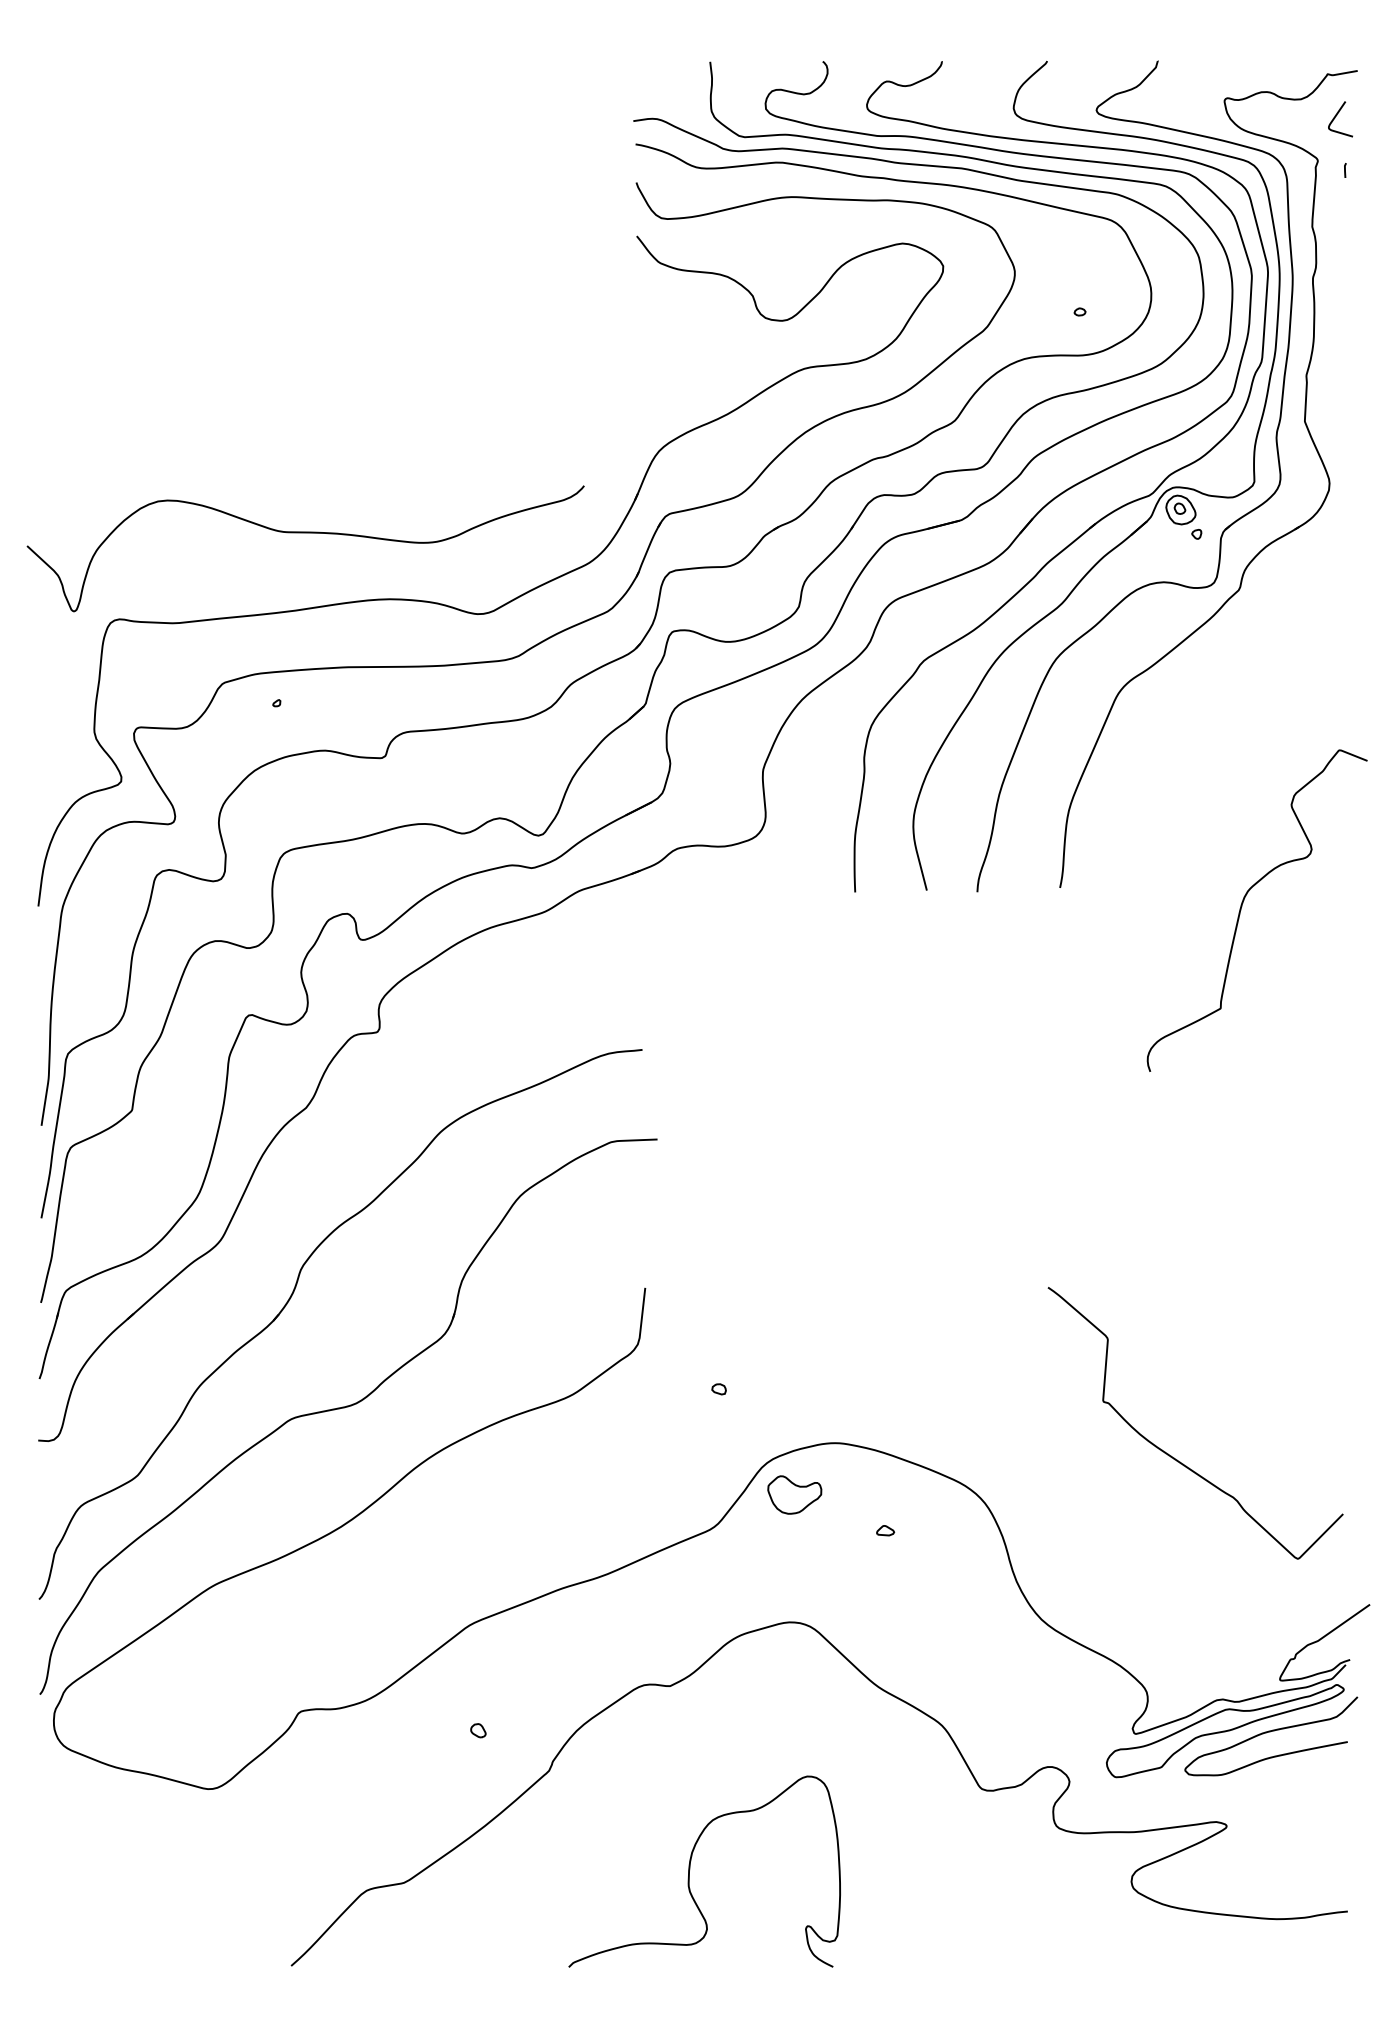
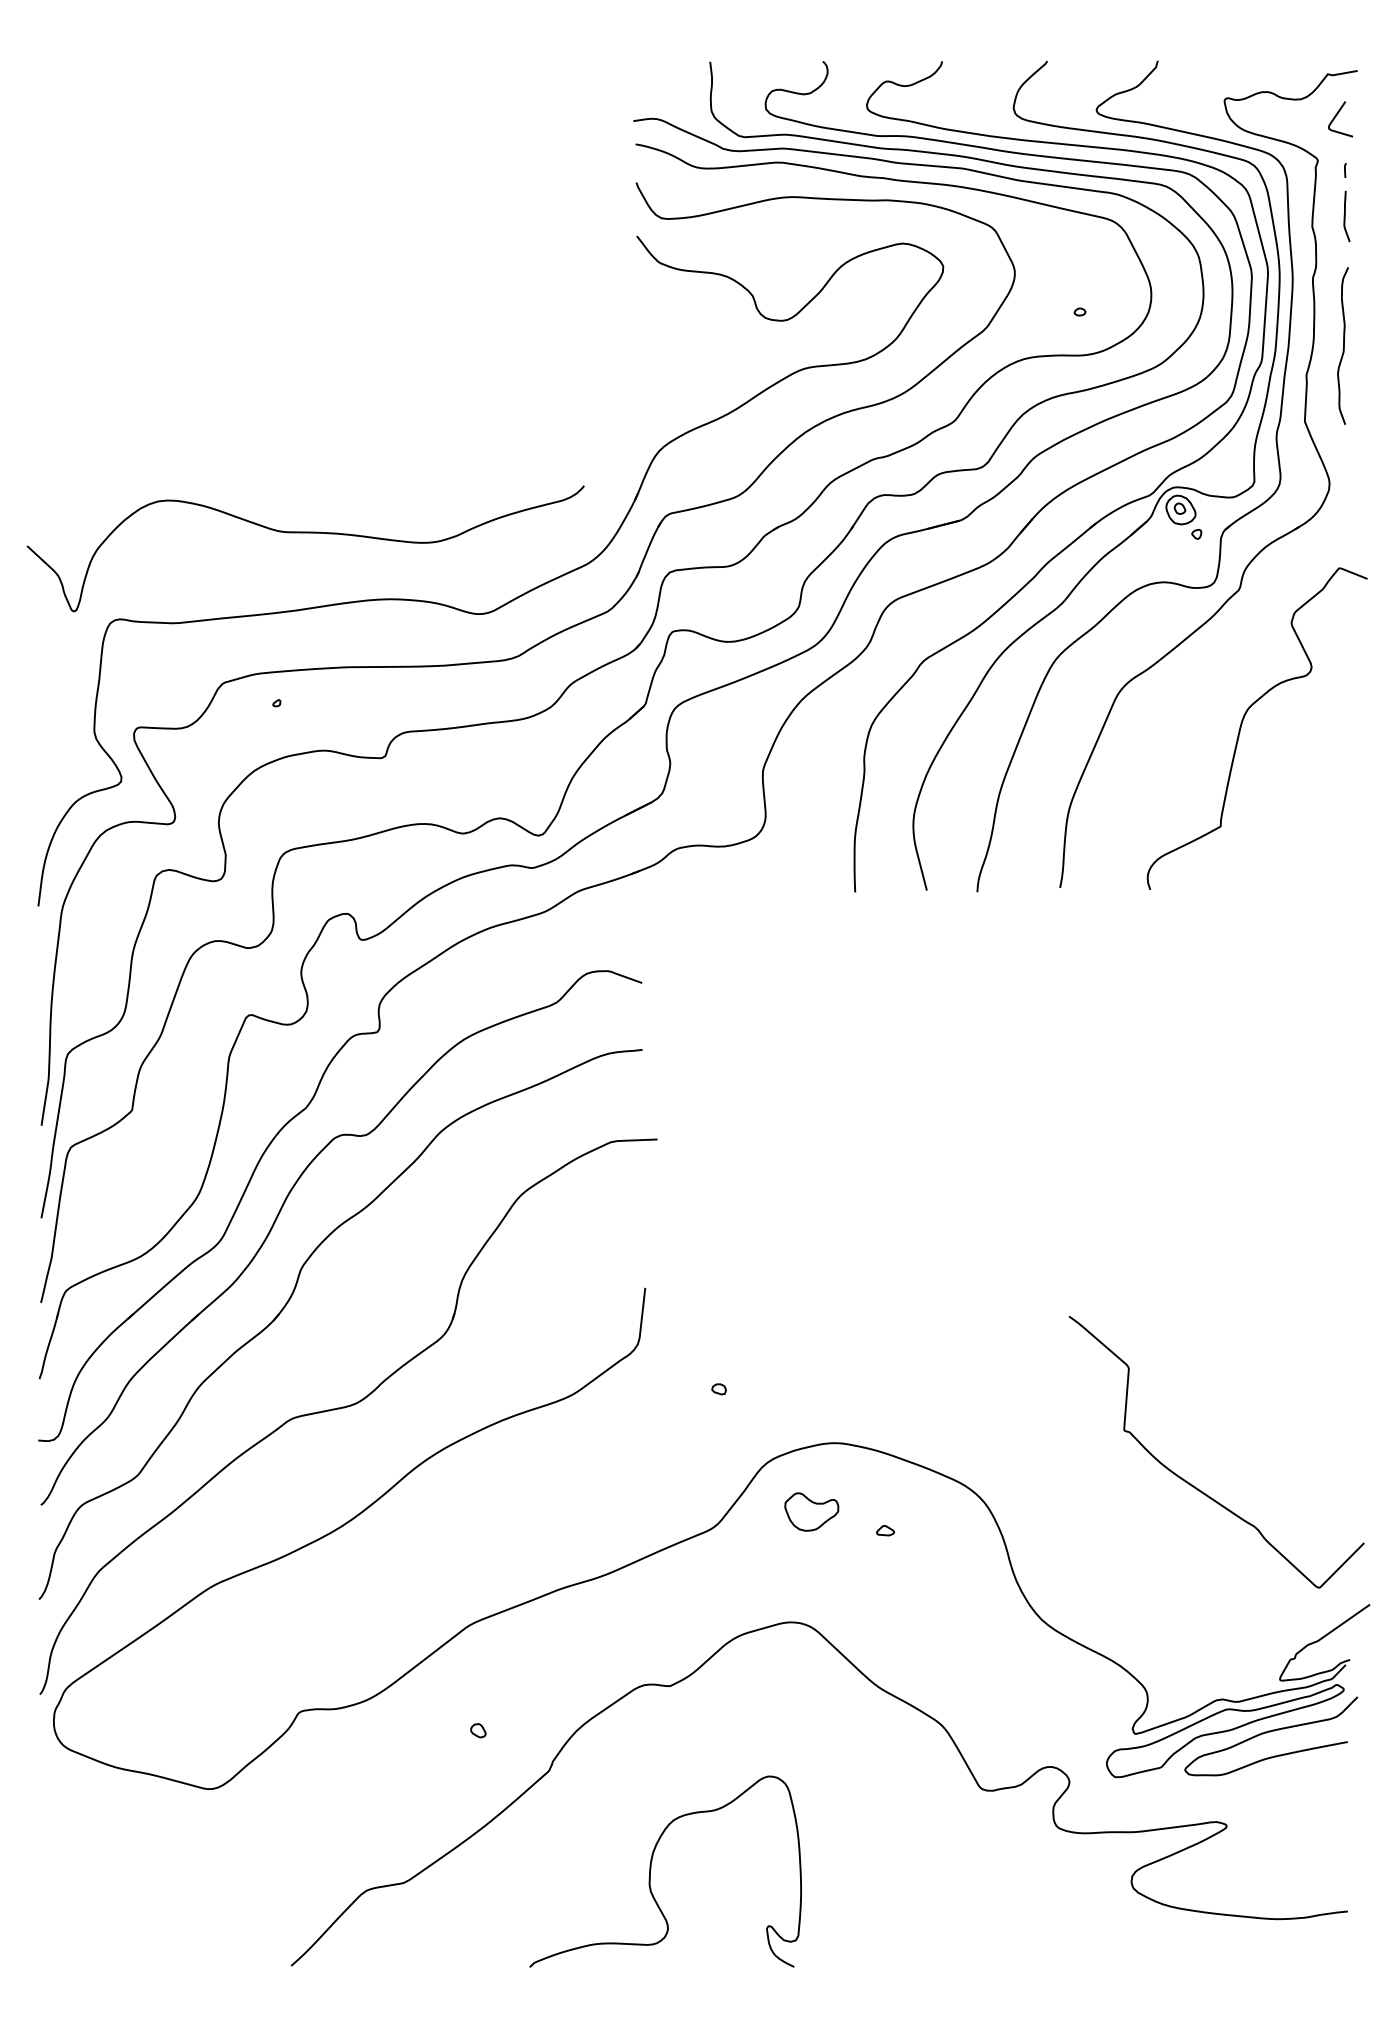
curve at (1345, 216): none -> present
curve at (1343, 345): none -> present
curve at (1242, 906) position: (1242, 906) -> (1242, 724)
part at (282, 1208): none -> present
curve at (1174, 1457) position: (1174, 1457) -> (1195, 1486)
part at (794, 1494) position: (794, 1494) -> (811, 1511)
curve at (690, 1869) position: (690, 1869) -> (651, 1869)
